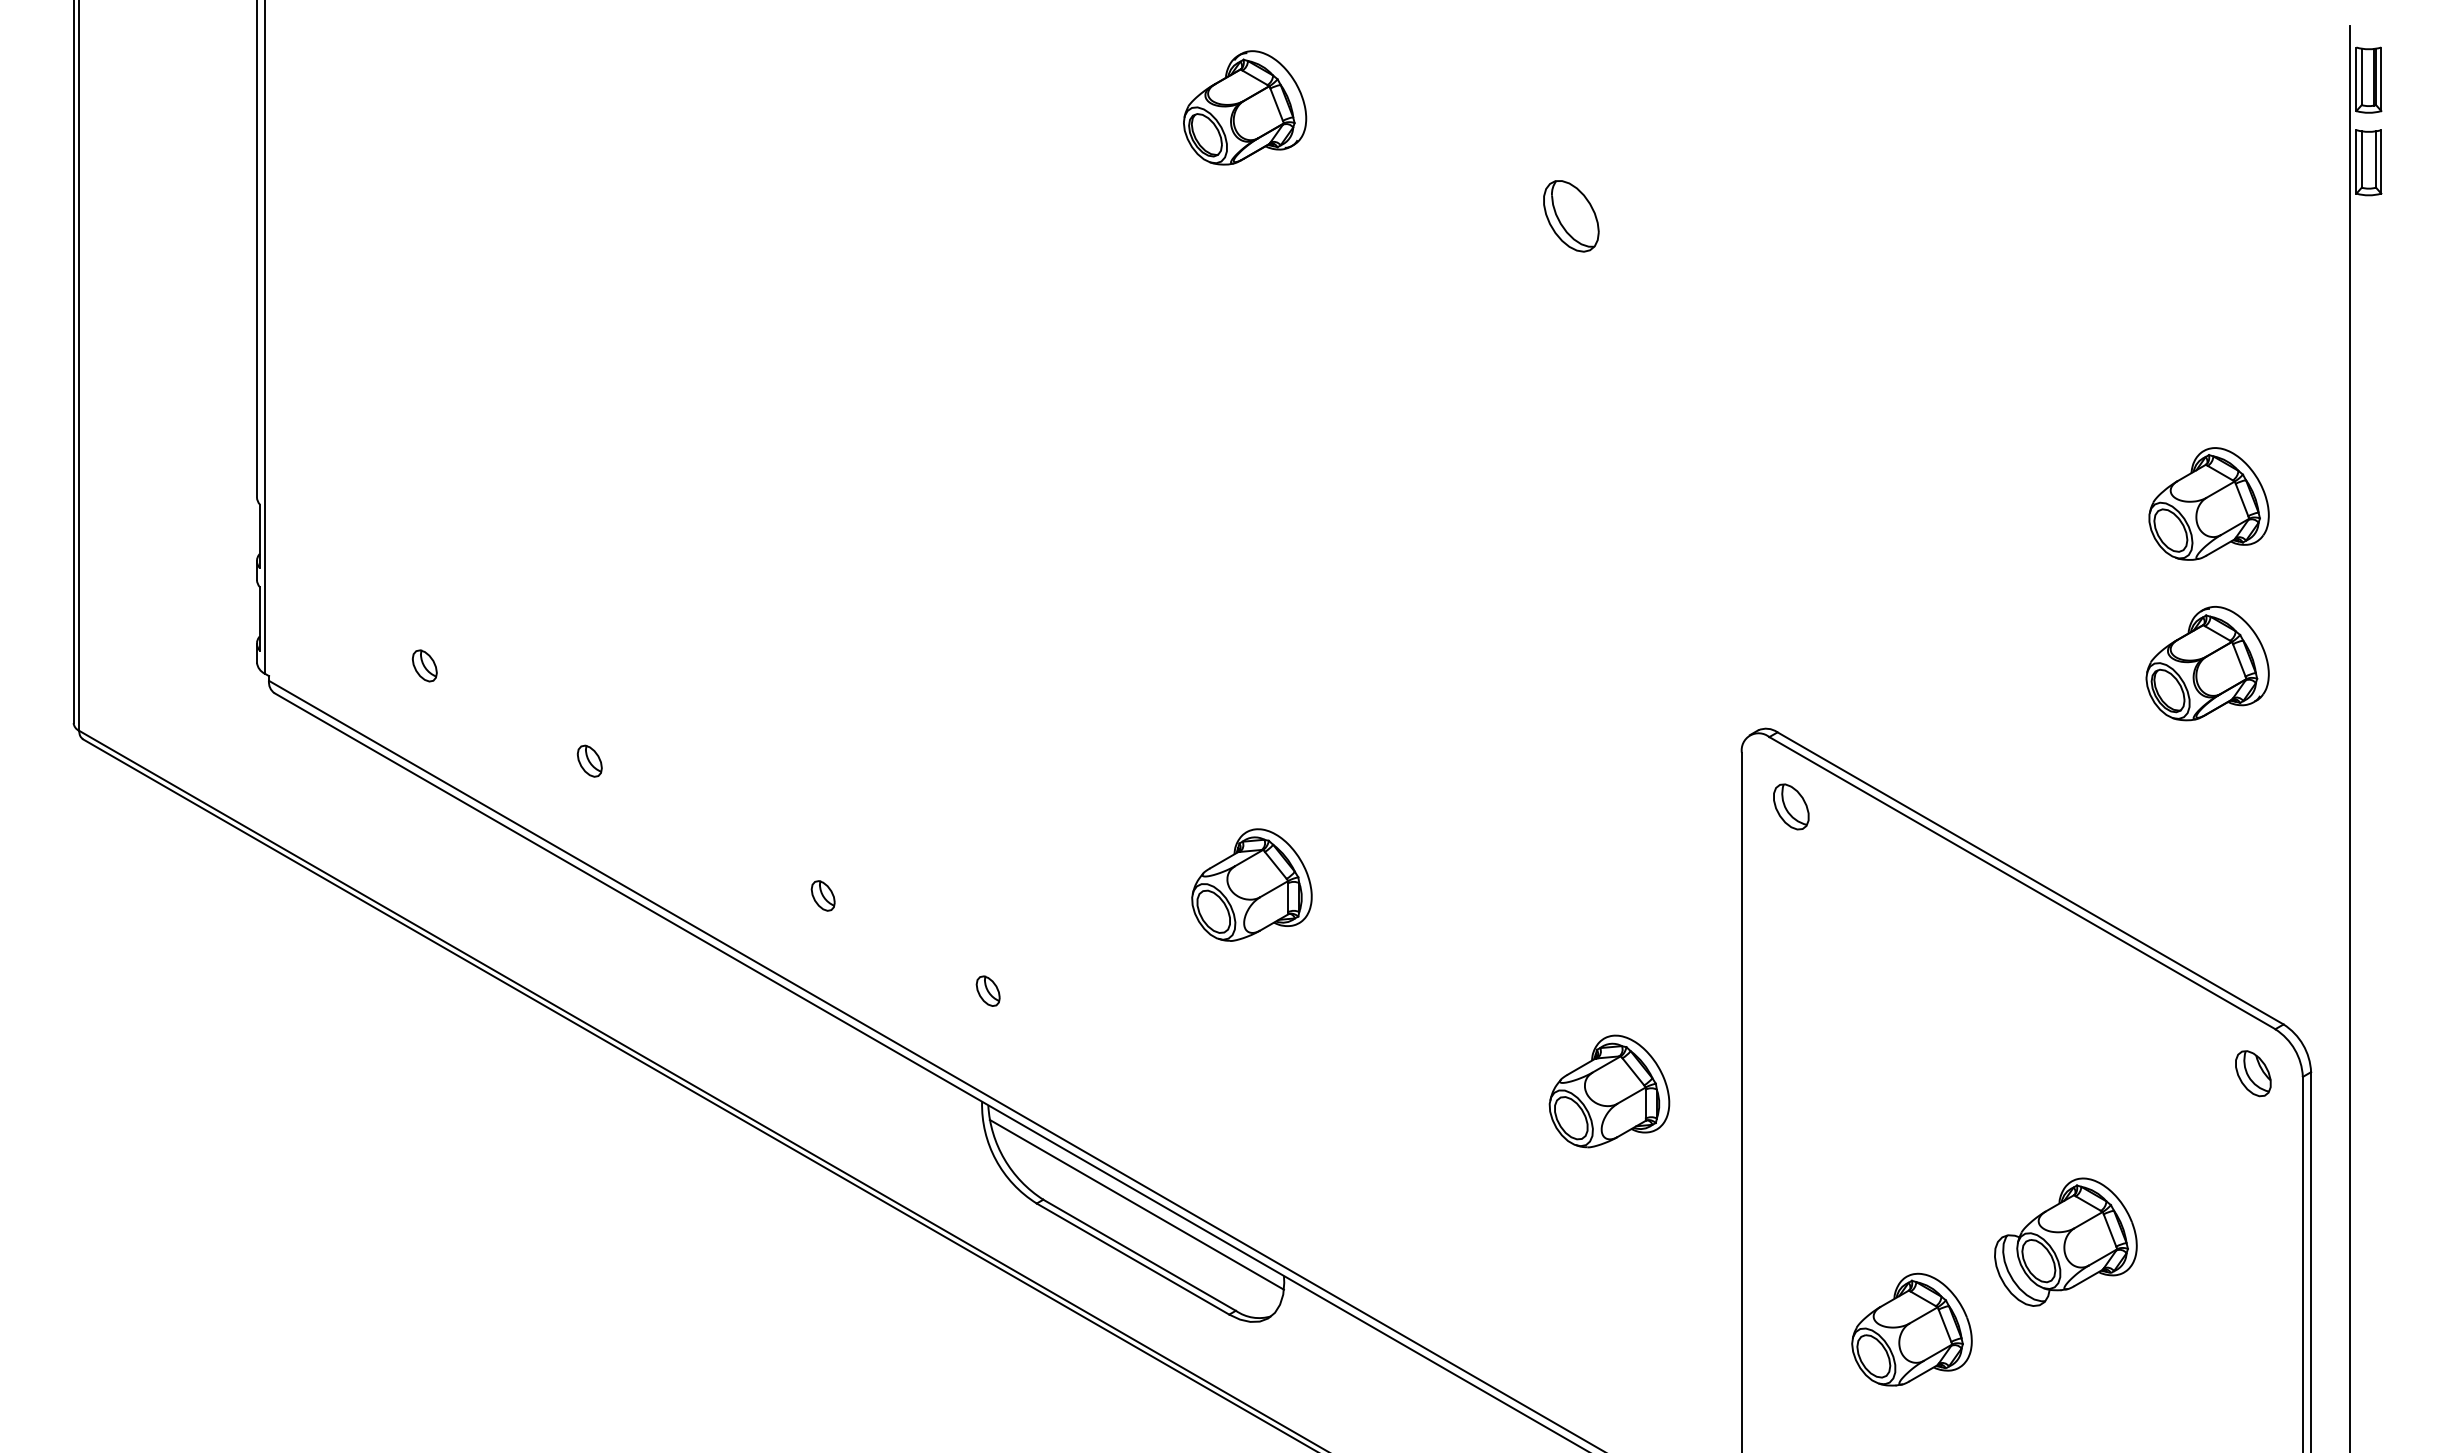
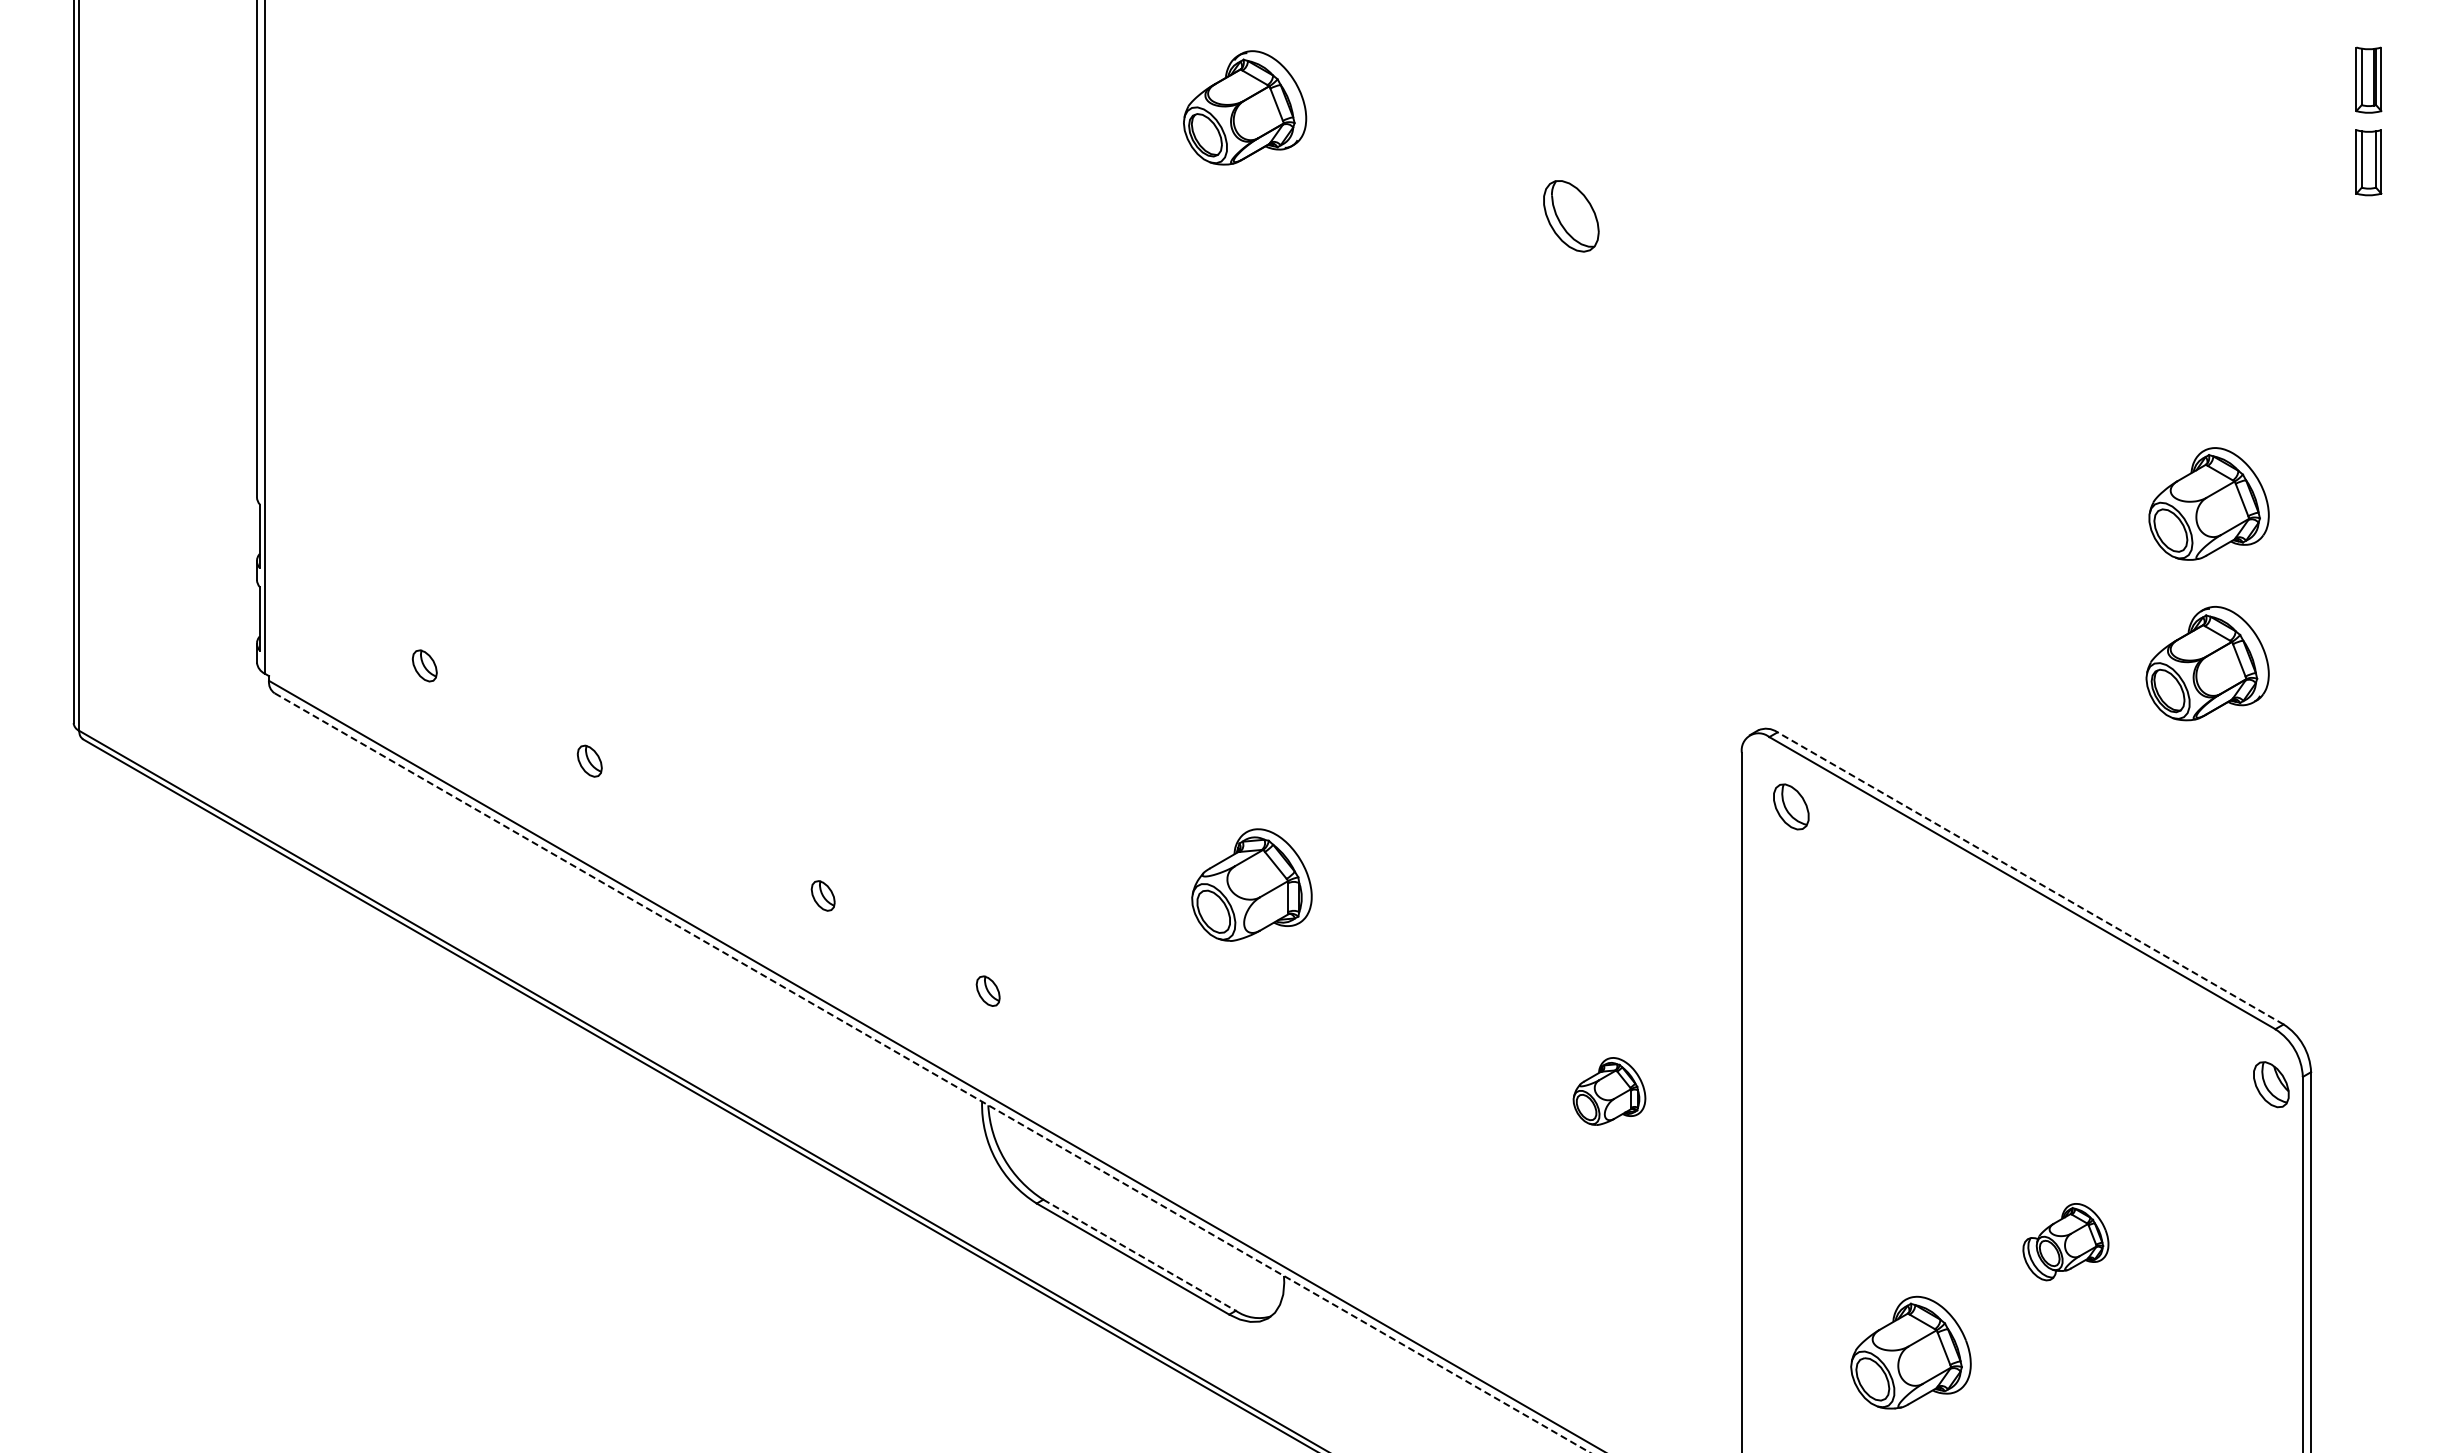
line at (2349, 737): present -> none
line at (2030, 878): solid -> dashed
line at (932, 1073): solid -> dashed
part at (2253, 1073) position: (2253, 1073) -> (2271, 1084)
part at (1609, 1091) size: 123x115 px -> 75x69 px
line at (1136, 1204): present -> none
part at (2065, 1241) size: 144x130 px -> 88x79 px
line at (1140, 1255): solid -> dashed
part at (1911, 1329) position: (1911, 1329) -> (1910, 1352)
